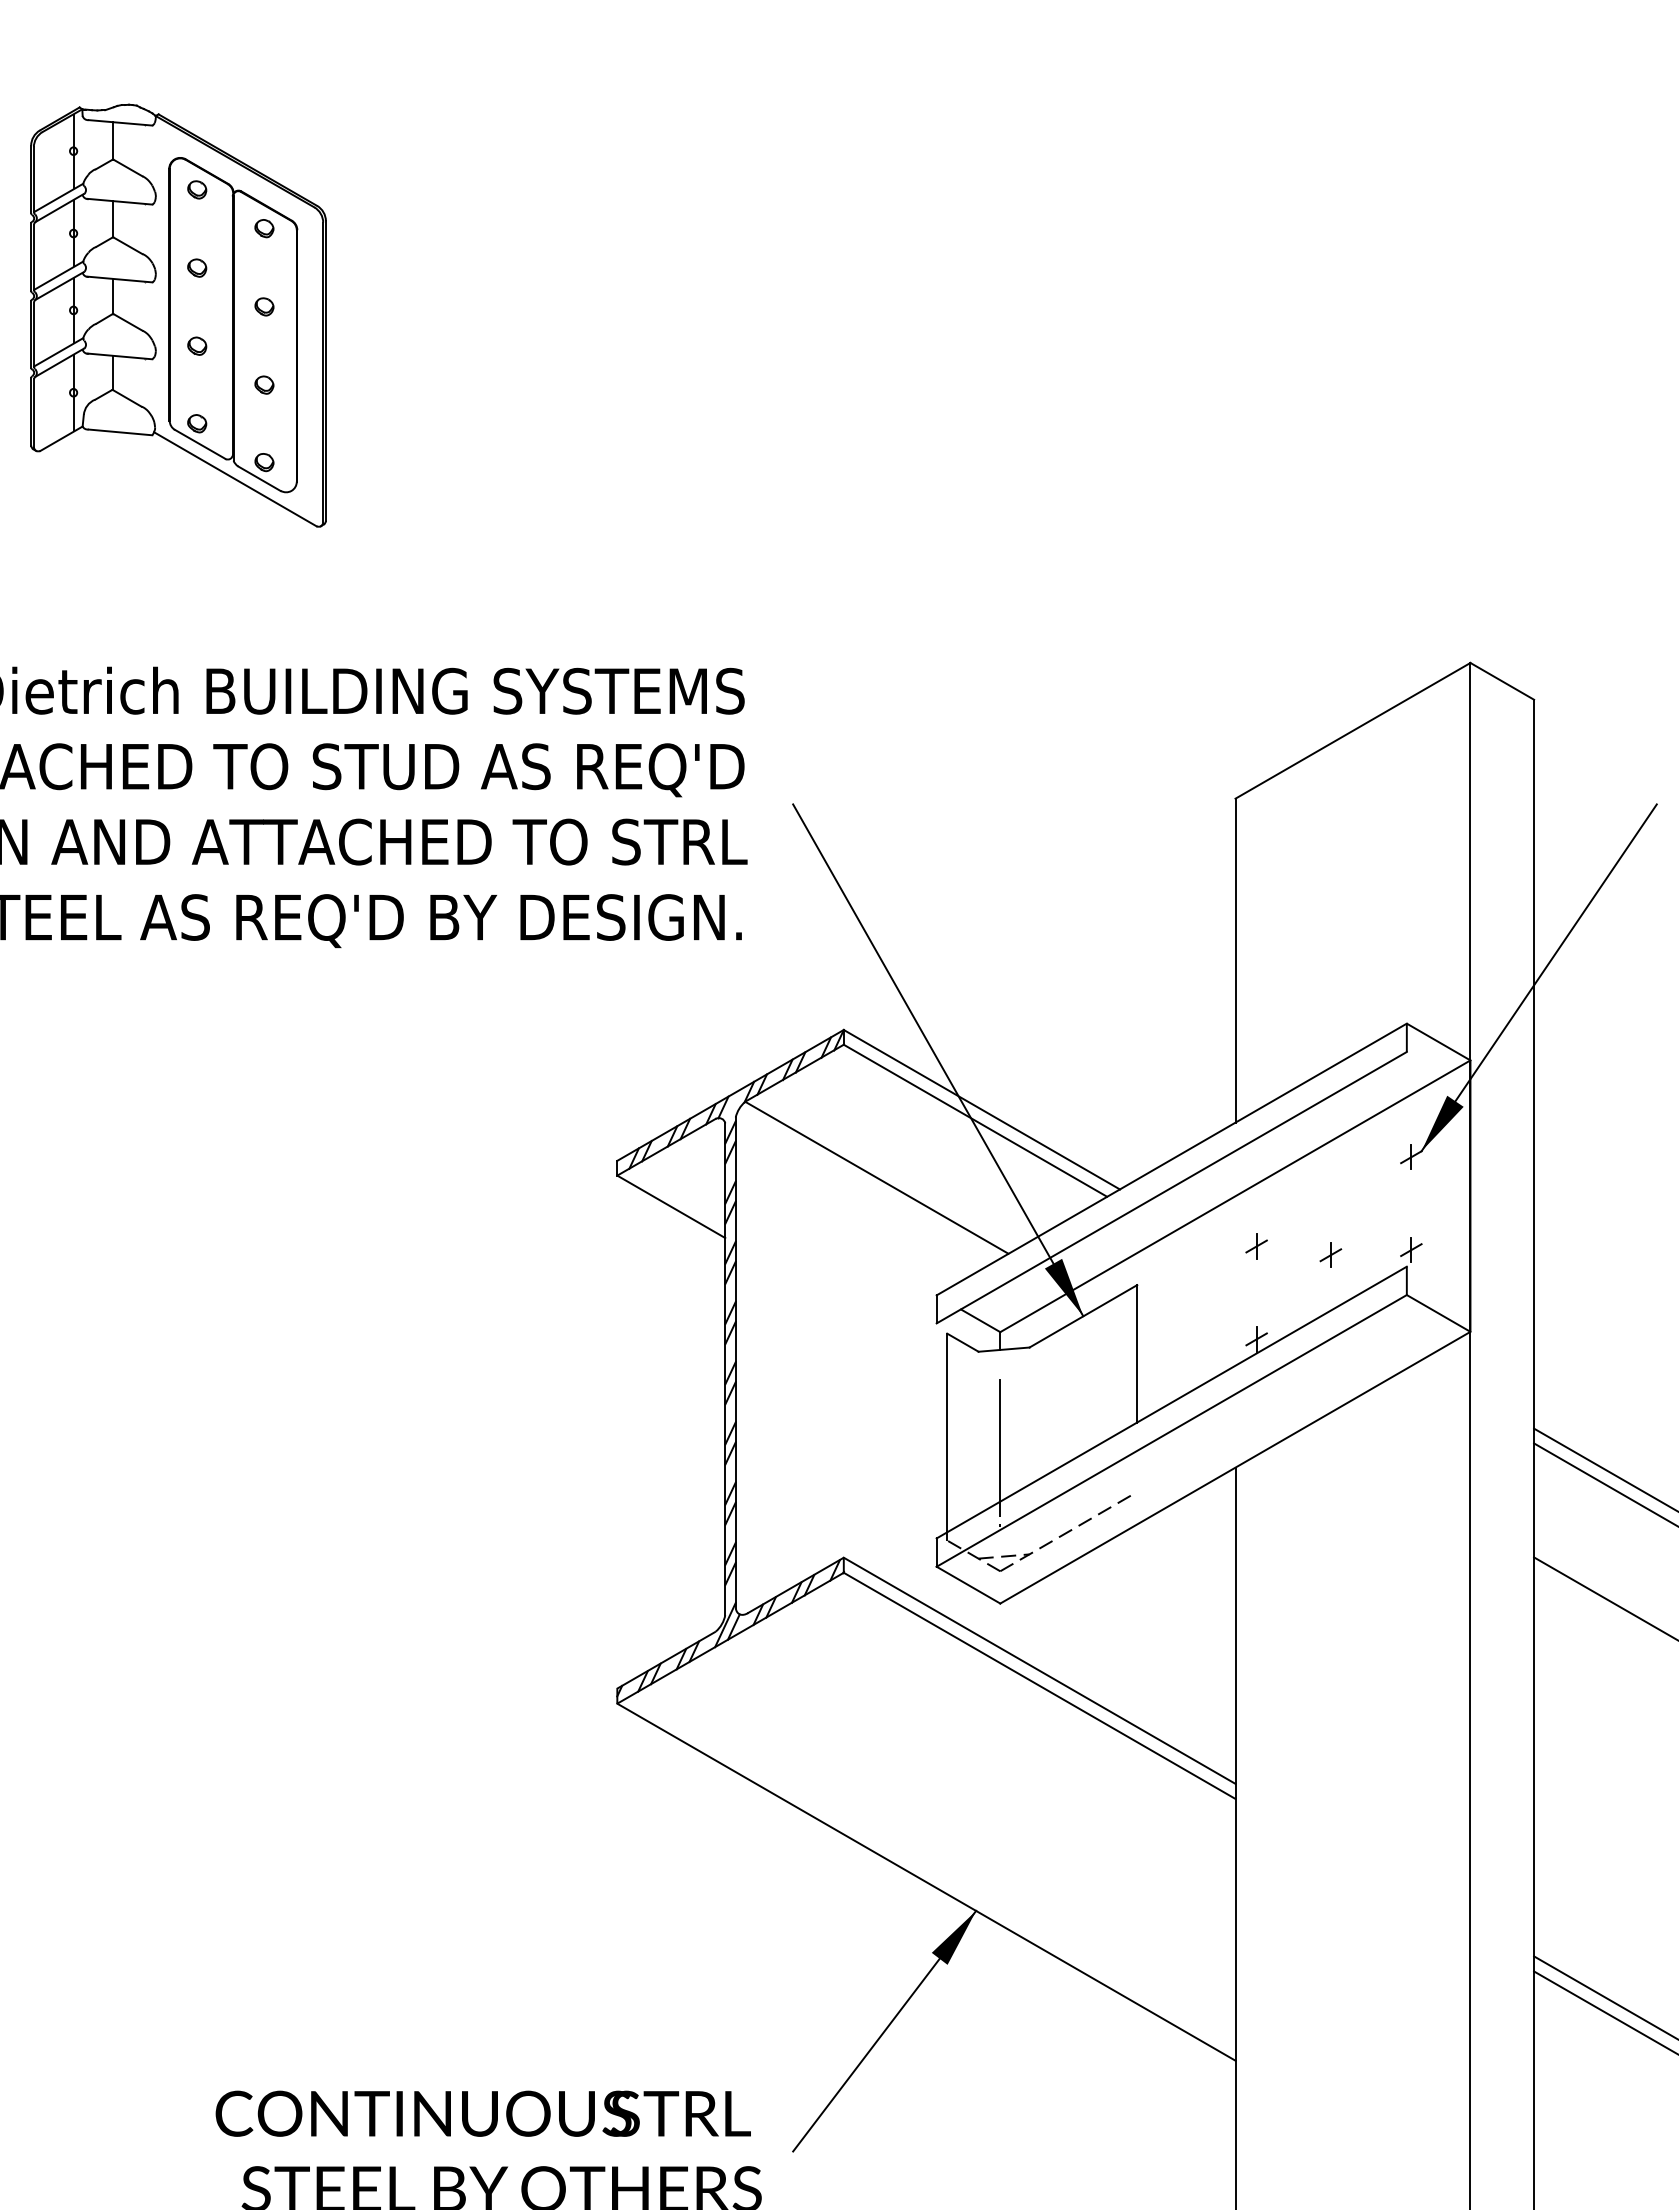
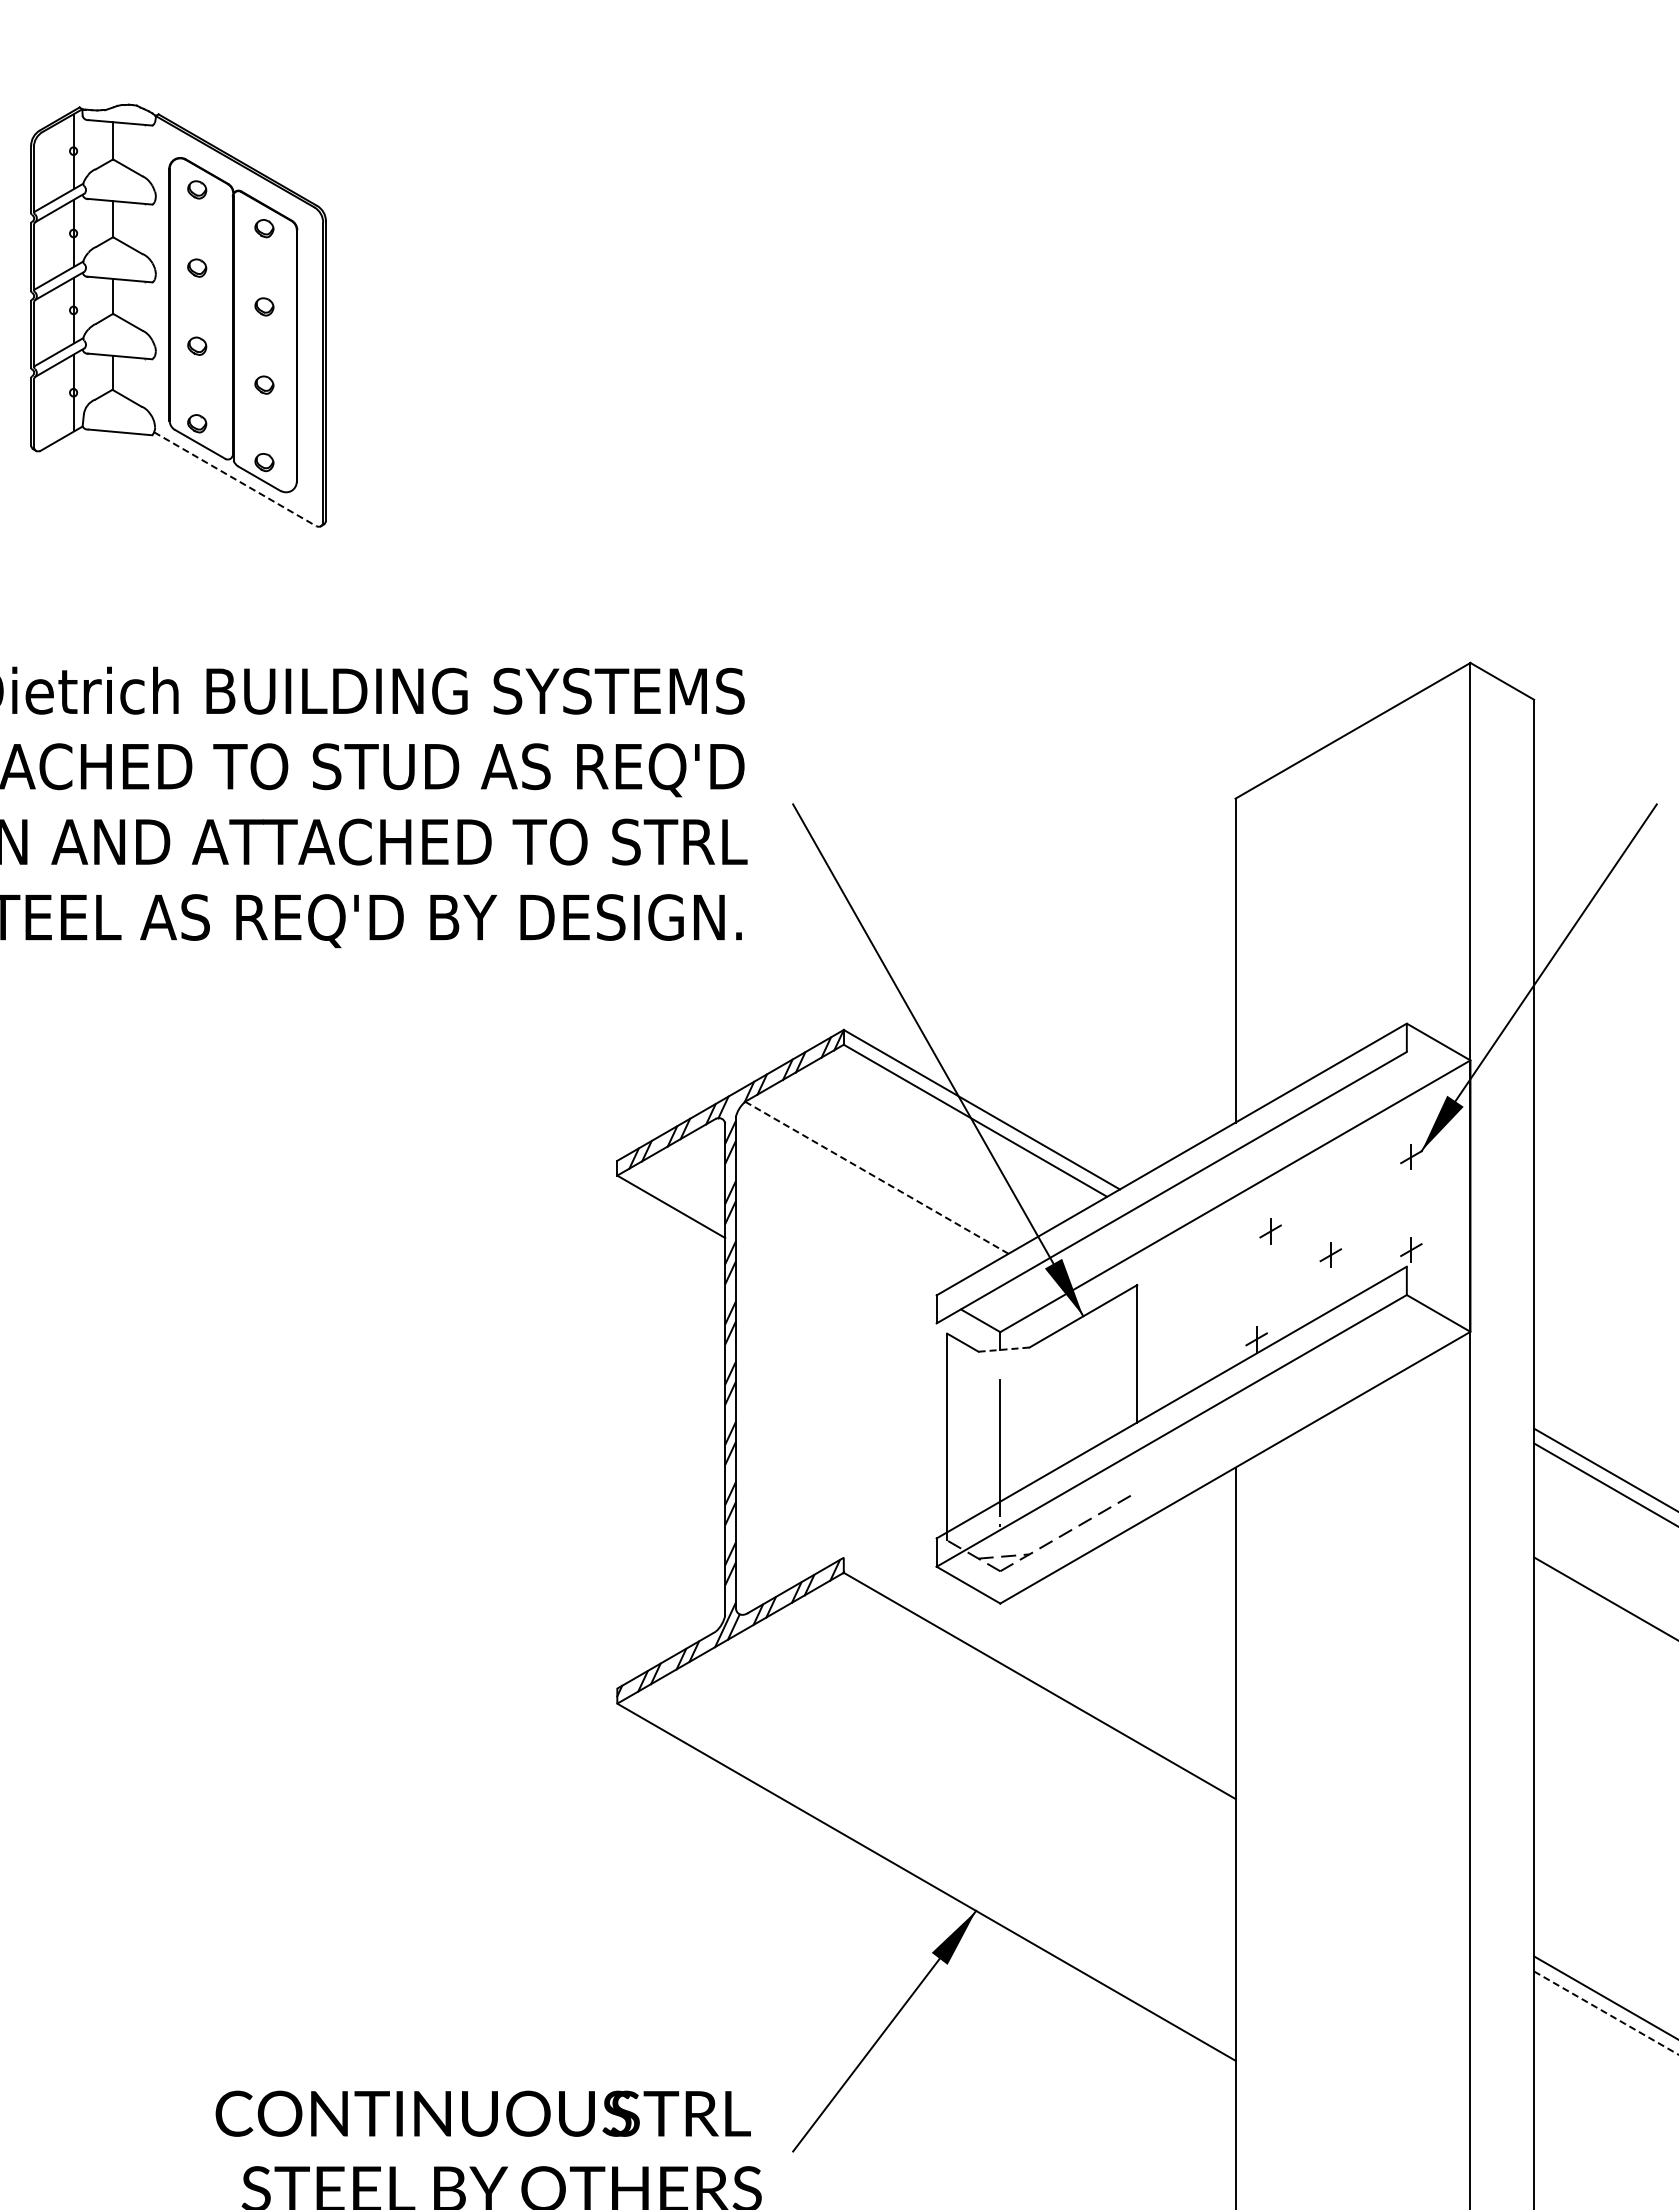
line at (235, 479): solid -> dashed
line at (876, 1177): solid -> dashed
part at (1256, 1246) position: (1256, 1246) -> (1270, 1231)
line at (1004, 1349): solid -> dashed
line at (1039, 1670): present -> none
line at (1606, 2013): solid -> dashed
